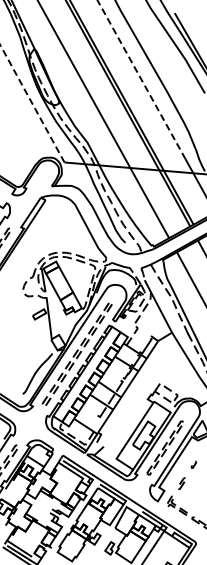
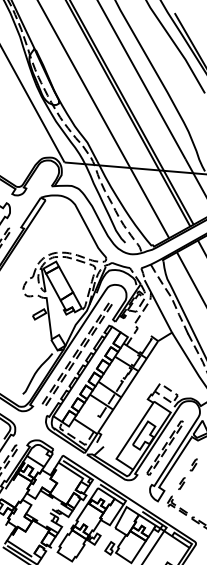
line at (141, 79): dashed -> solid
line at (32, 103): dashed -> solid
part at (193, 464) size: 8x10 px -> 9x14 px
